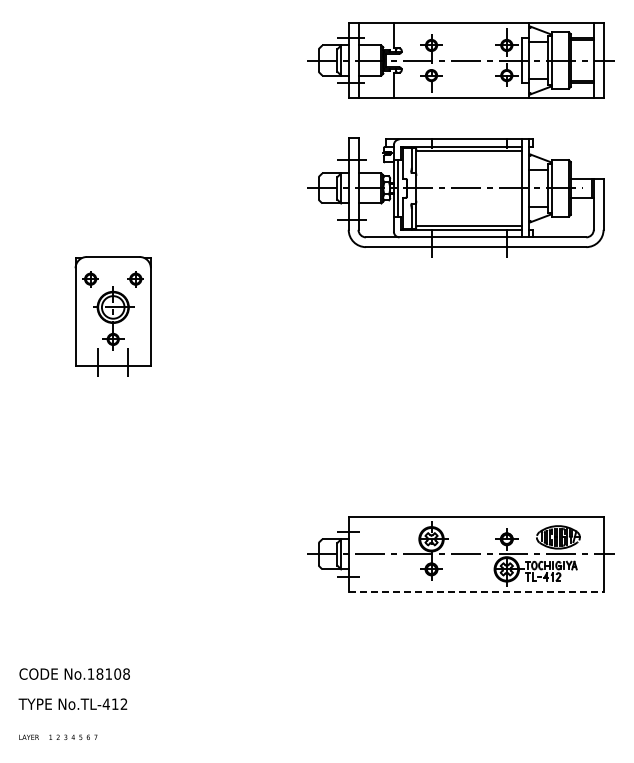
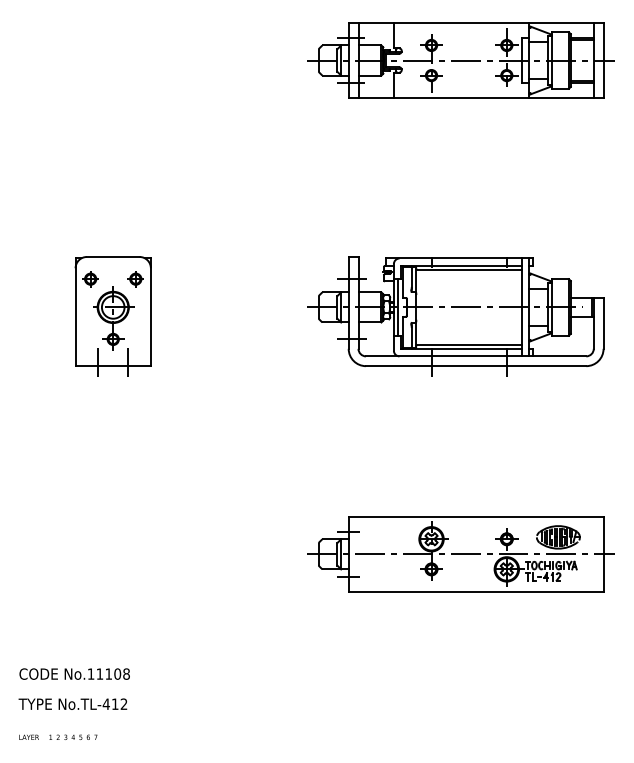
part at (455, 197) position: (455, 197) -> (455, 316)
line at (476, 591): dashed -> solid
text at (99, 673): No.18108 -> No.11108
